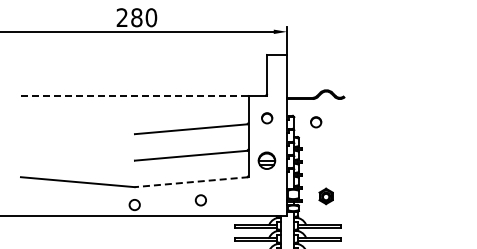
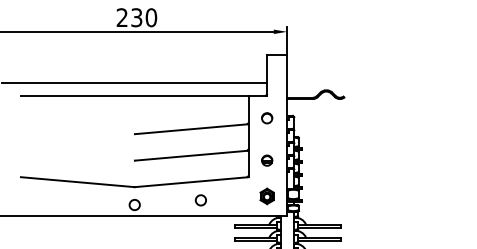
text at (136, 17): 280 -> 230
line at (134, 82): none -> present
line at (134, 95): dashed -> solid
circle at (316, 122): present -> none
part at (266, 160) size: 20x19 px -> 13x13 px
line at (191, 182): dashed -> solid
part at (325, 196) position: (325, 196) -> (266, 196)
